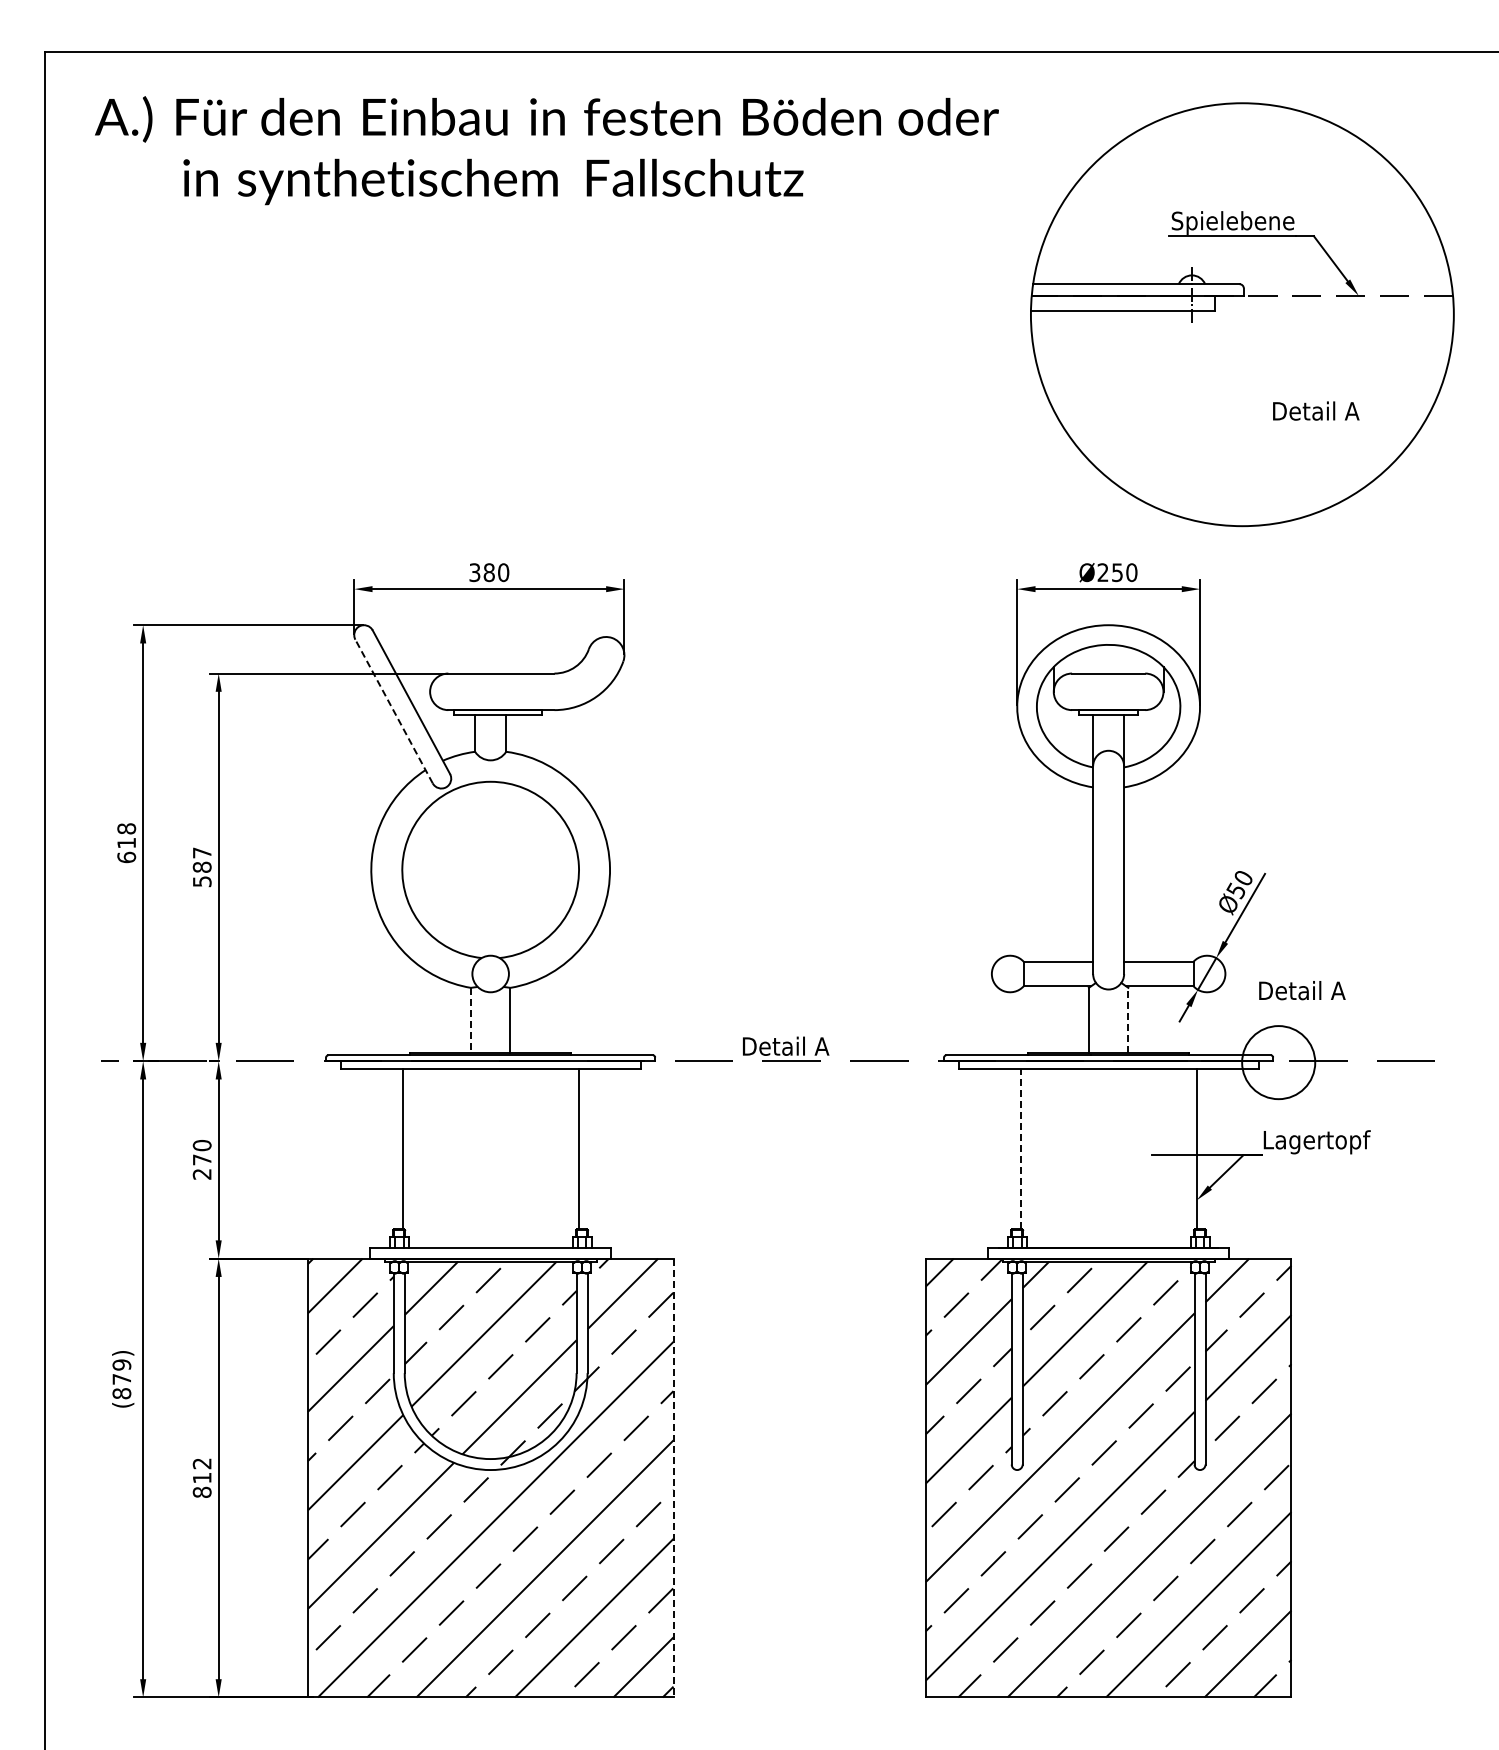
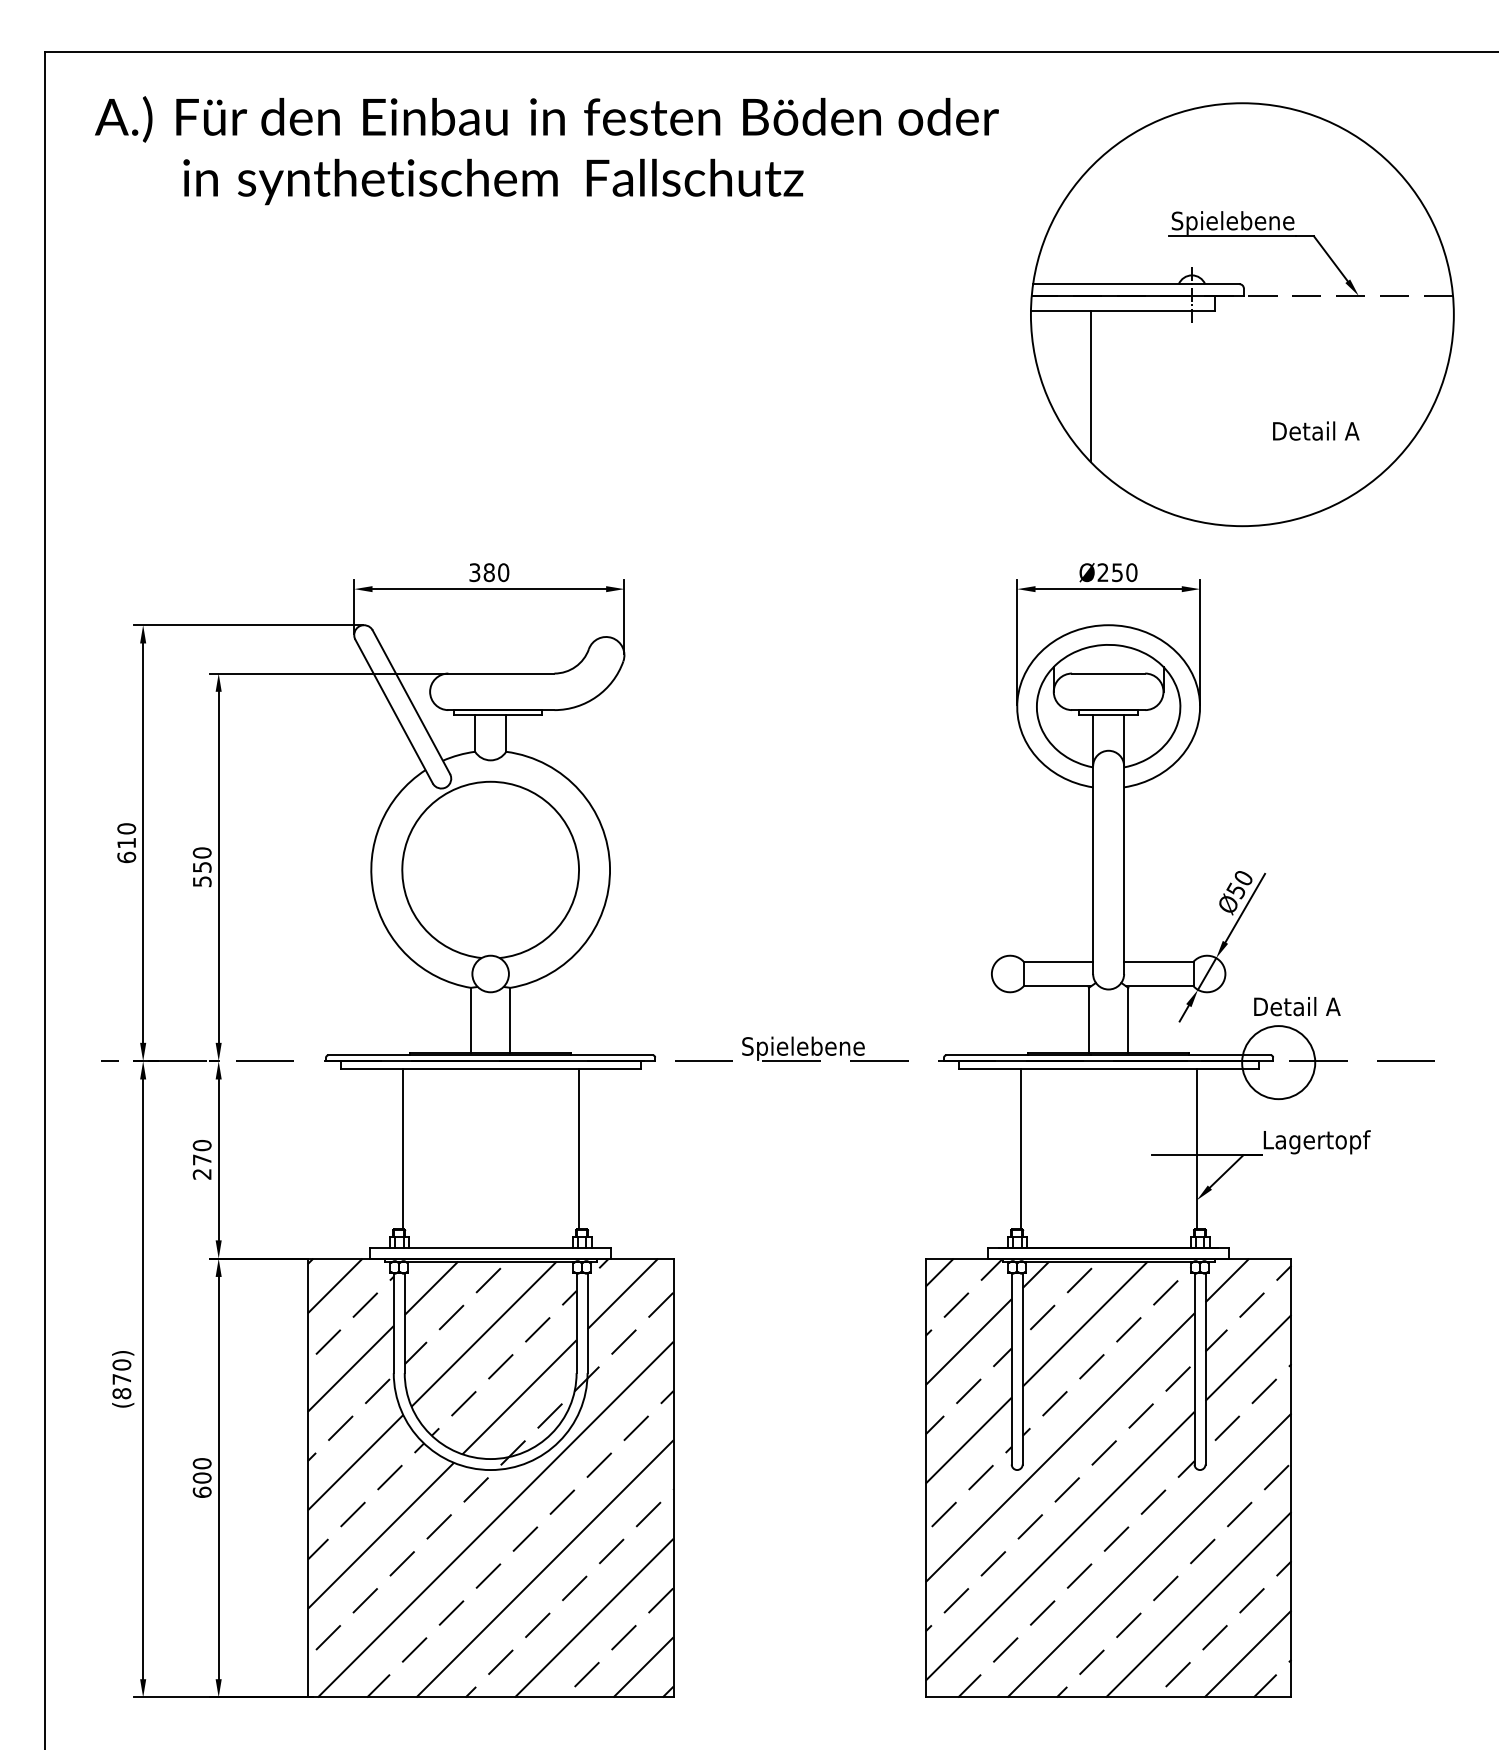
line at (1091, 386): none -> present
text at (1316, 410) position: (1316, 410) -> (1316, 430)
line at (394, 711): dashed -> solid
text at (126, 828): 618 -> 610
text at (201, 859): 587 -> 550
text at (1302, 990) position: (1302, 990) -> (1297, 1006)
line at (470, 1020): dashed -> solid
line at (1128, 1020): dashed -> solid
text at (803, 1048): Detail A -> Spielebene
line at (1020, 1148): dashed -> solid
text at (121, 1364): (879) -> (870)
text at (201, 1477): 812 -> 600
line at (673, 1478): dashed -> solid
